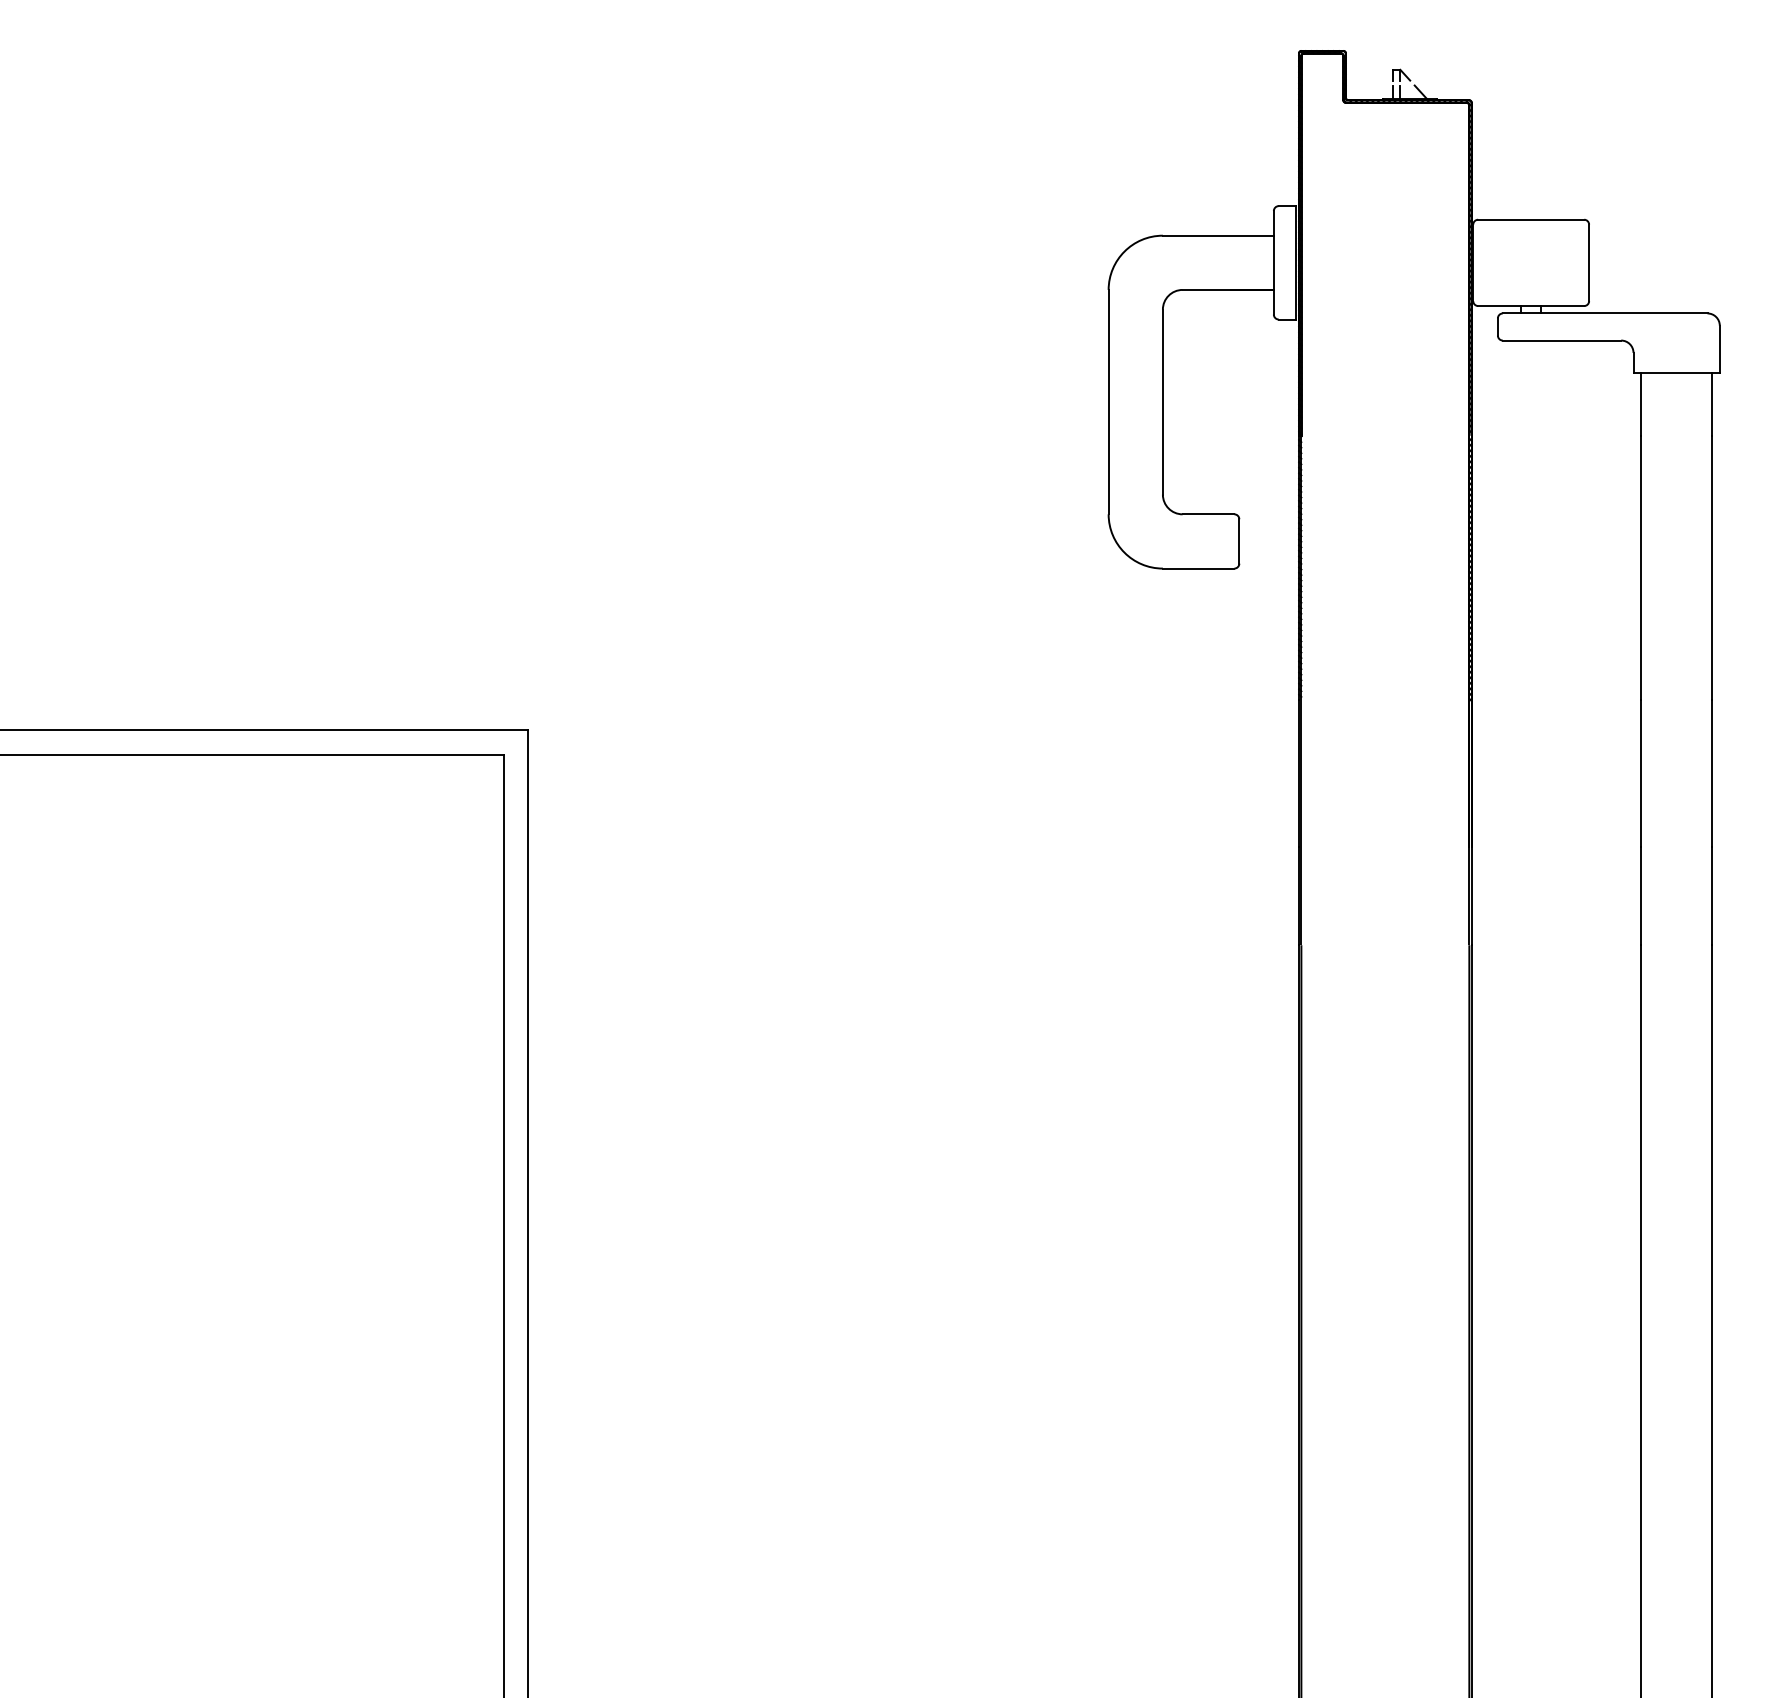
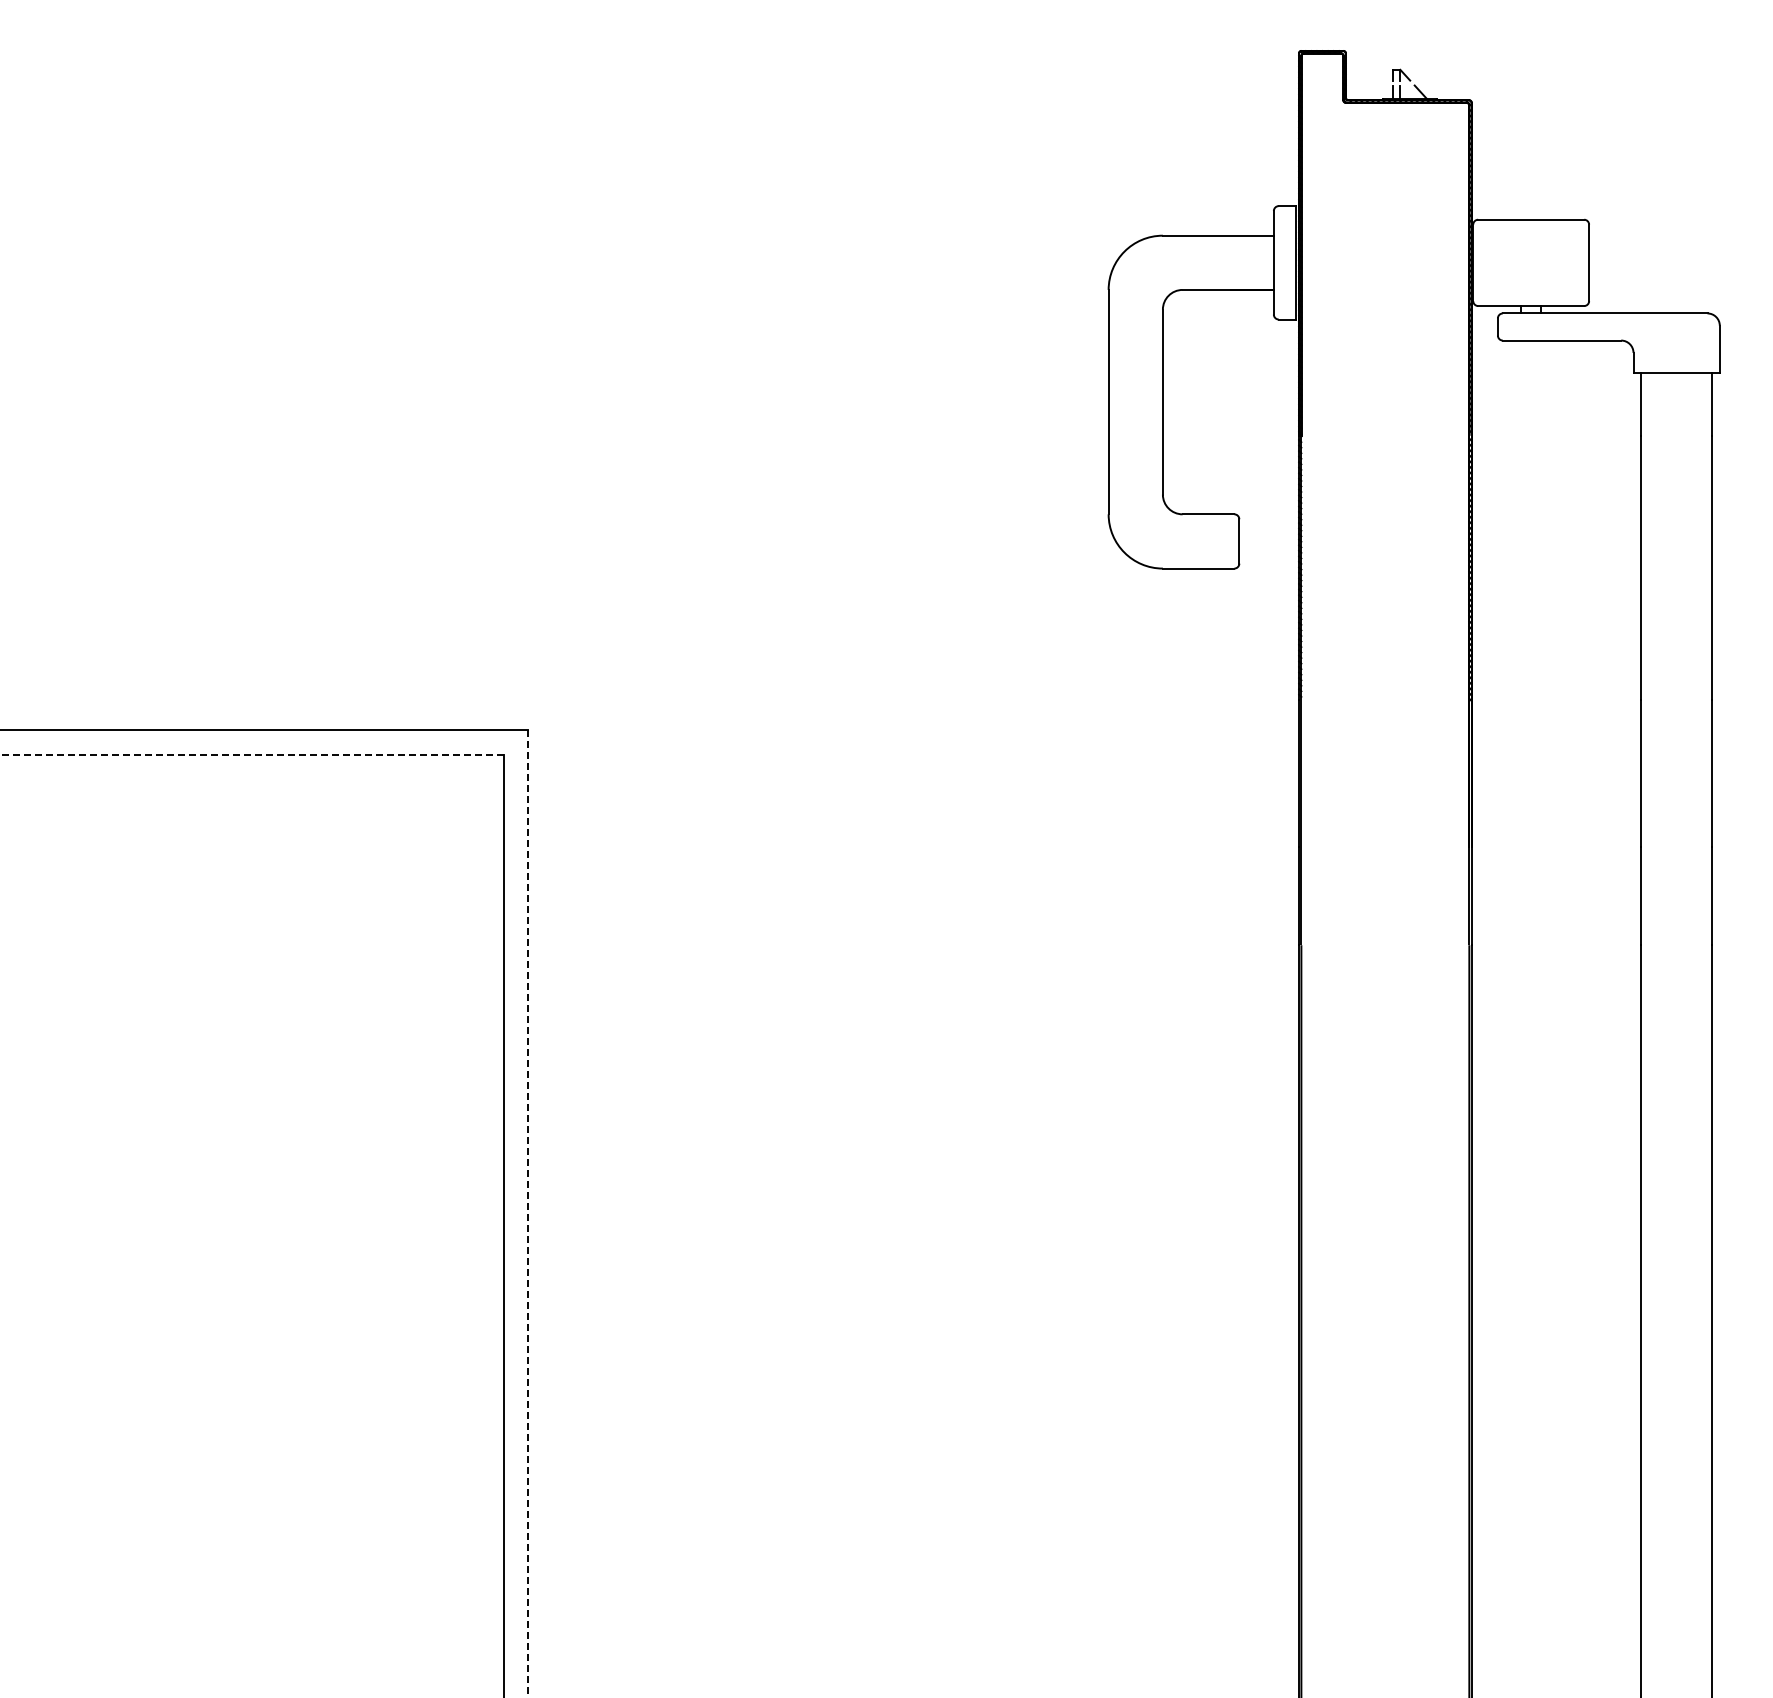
line at (251, 754): solid -> dashed
line at (528, 1213): solid -> dashed
